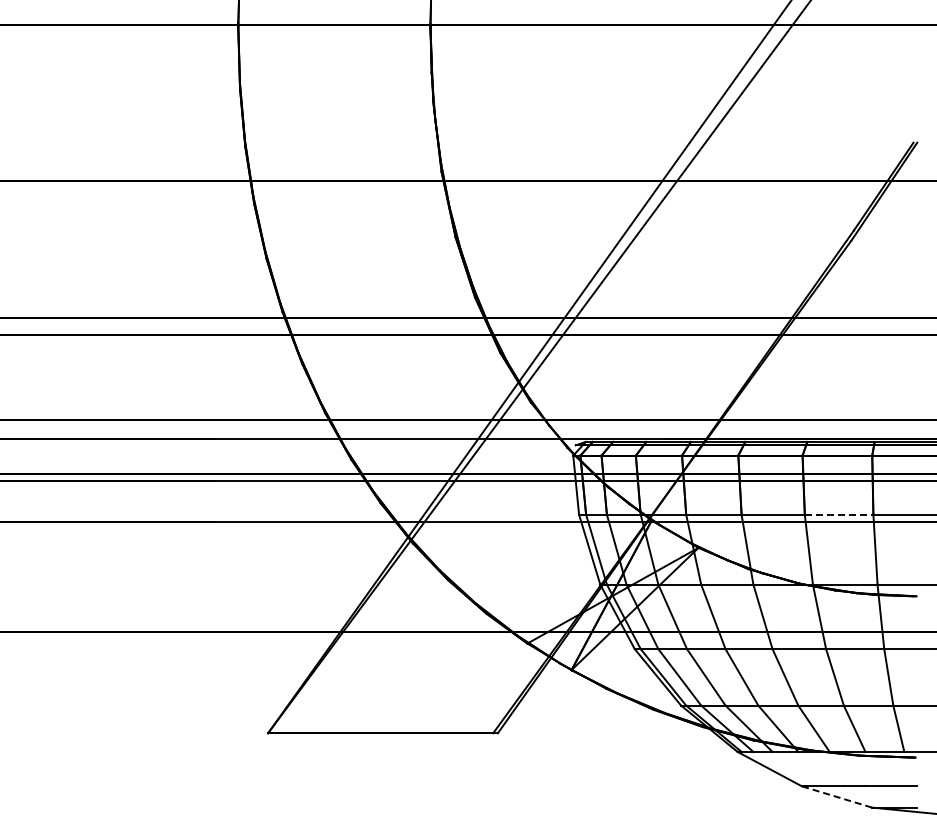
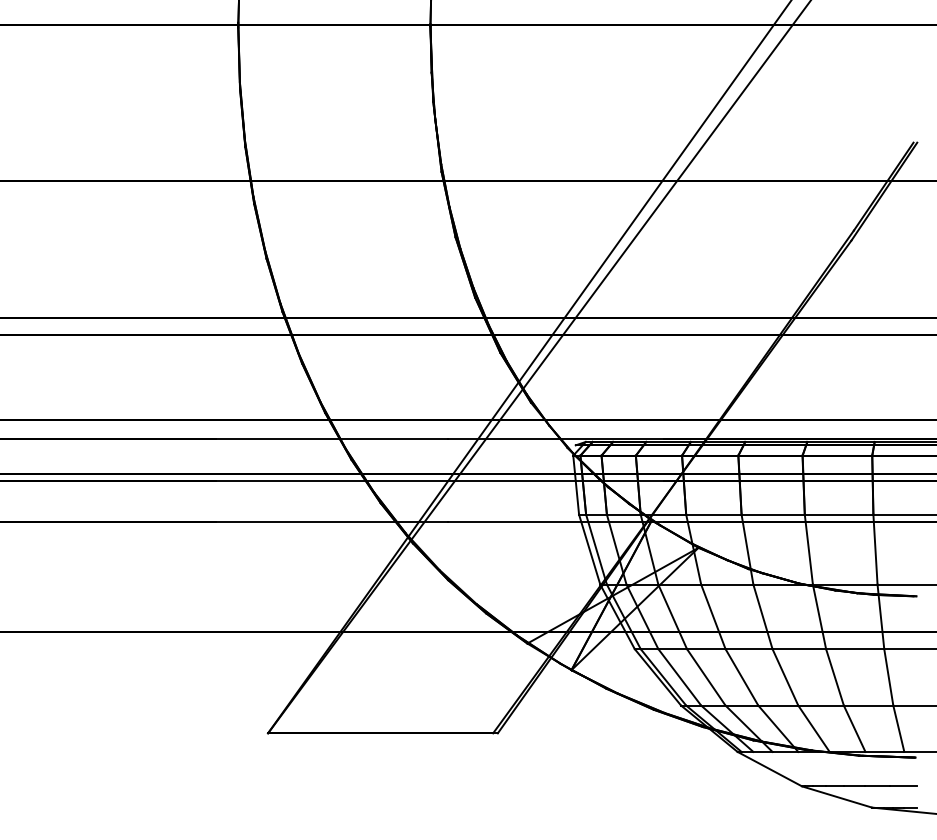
line at (839, 514): dashed -> solid
line at (837, 796): dashed -> solid
